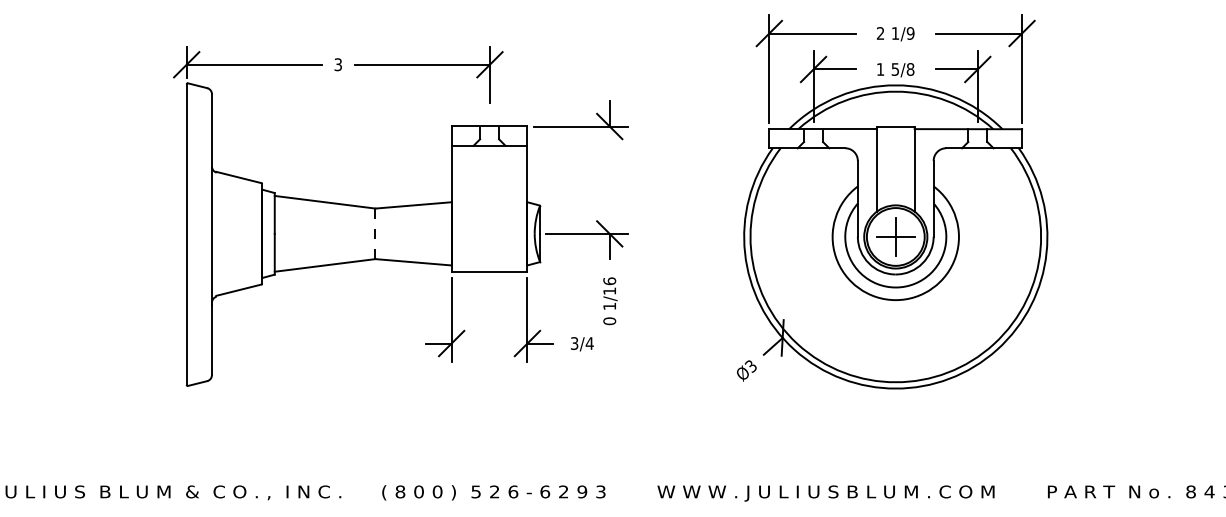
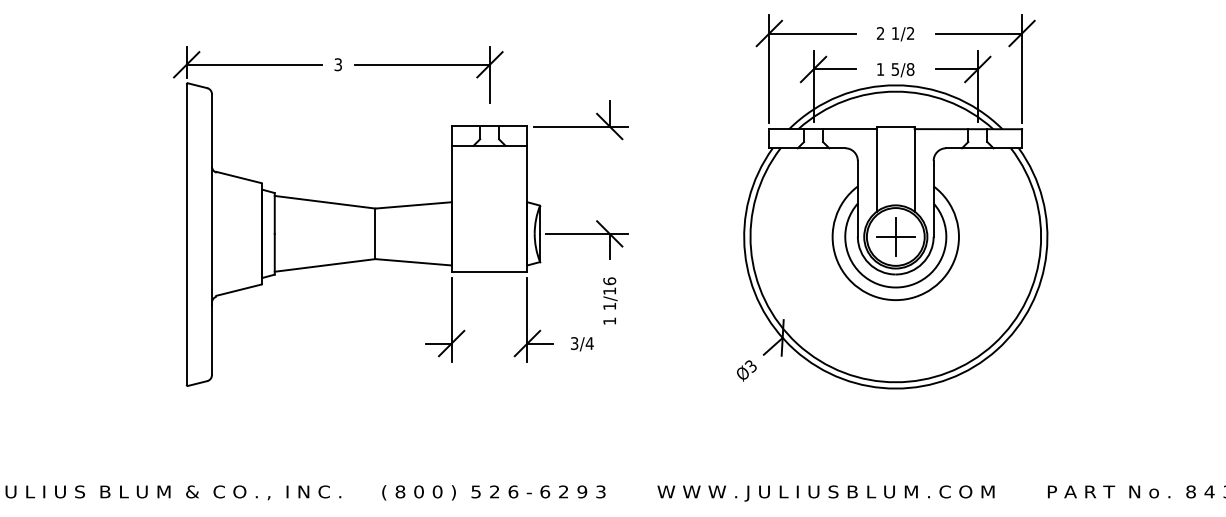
text at (910, 33): 1/9 -> 1/2
line at (375, 233): dashed -> solid
text at (609, 321): 0 -> 1
